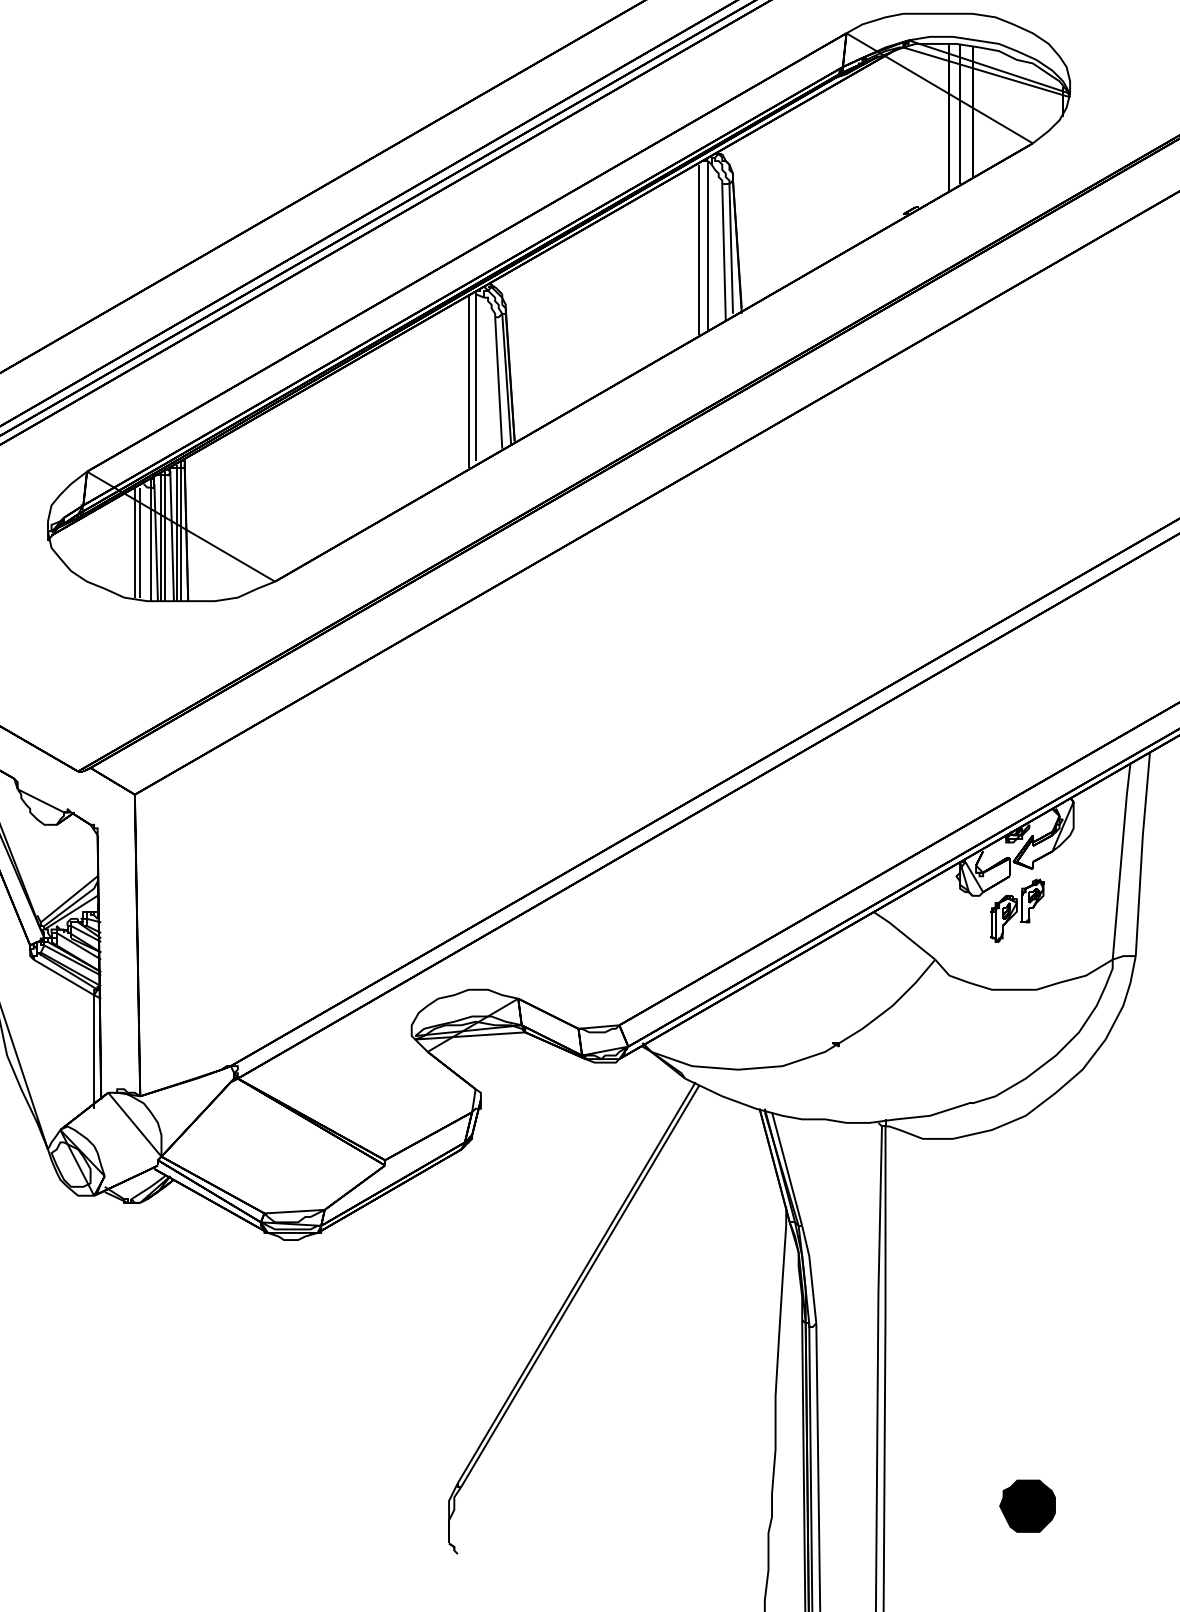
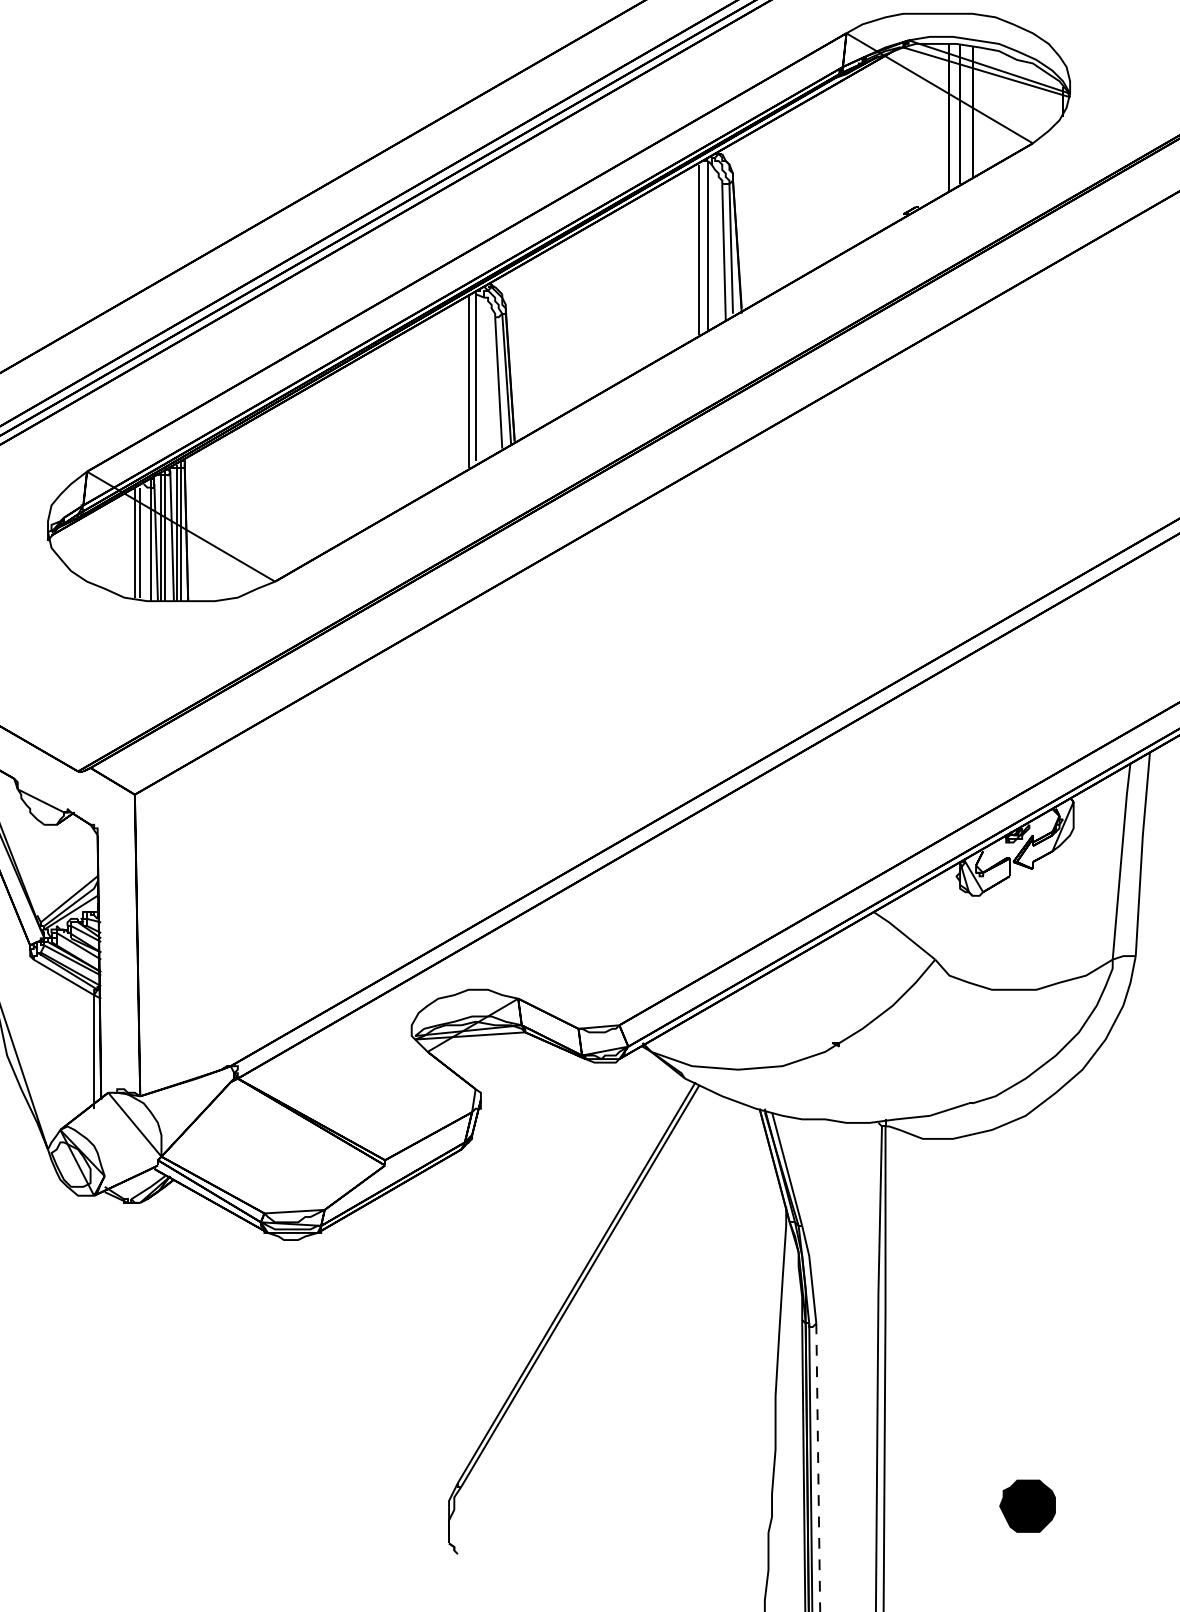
part at (1016, 910): present -> none
line at (818, 1467): solid -> dashed
